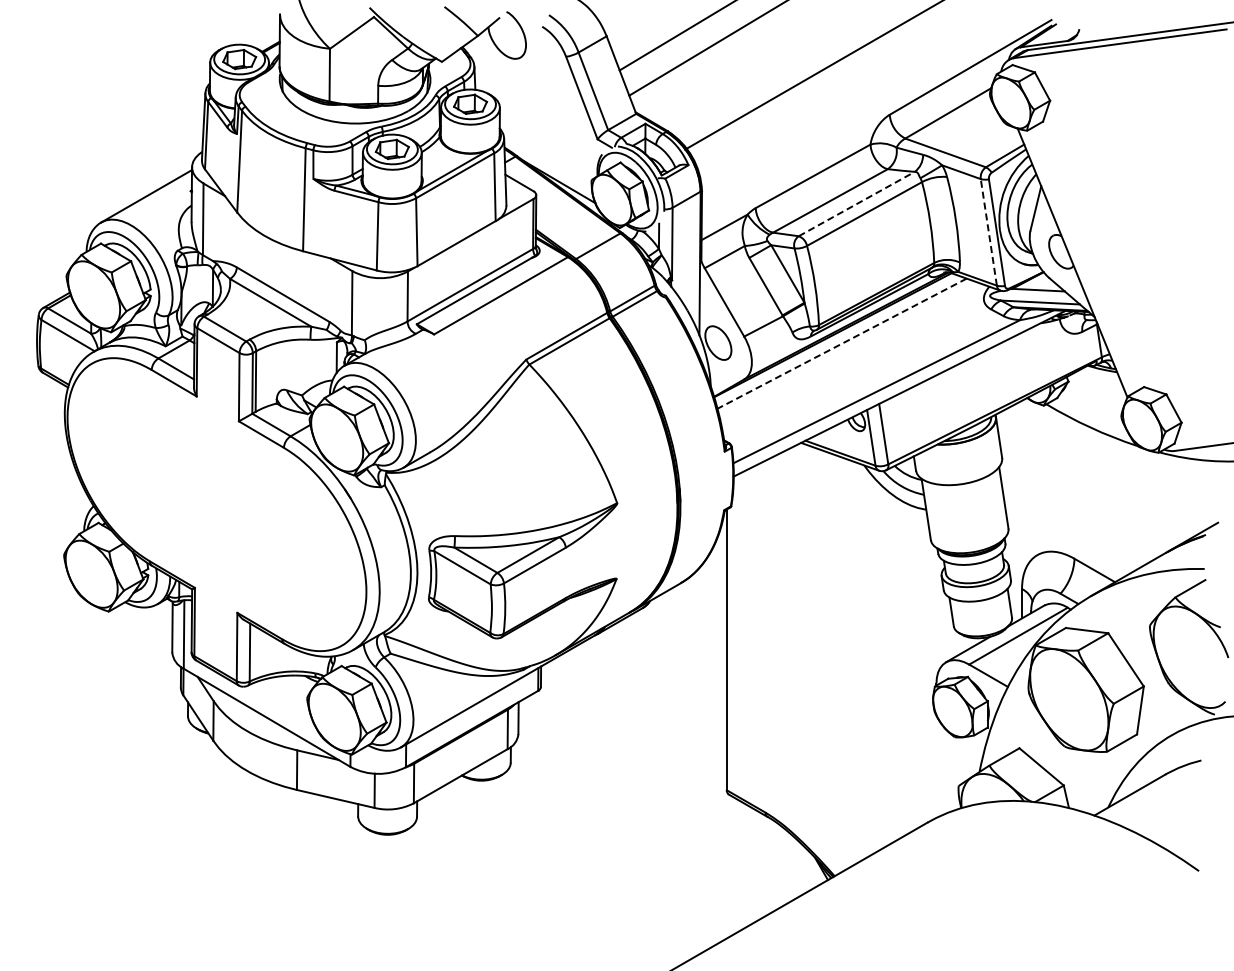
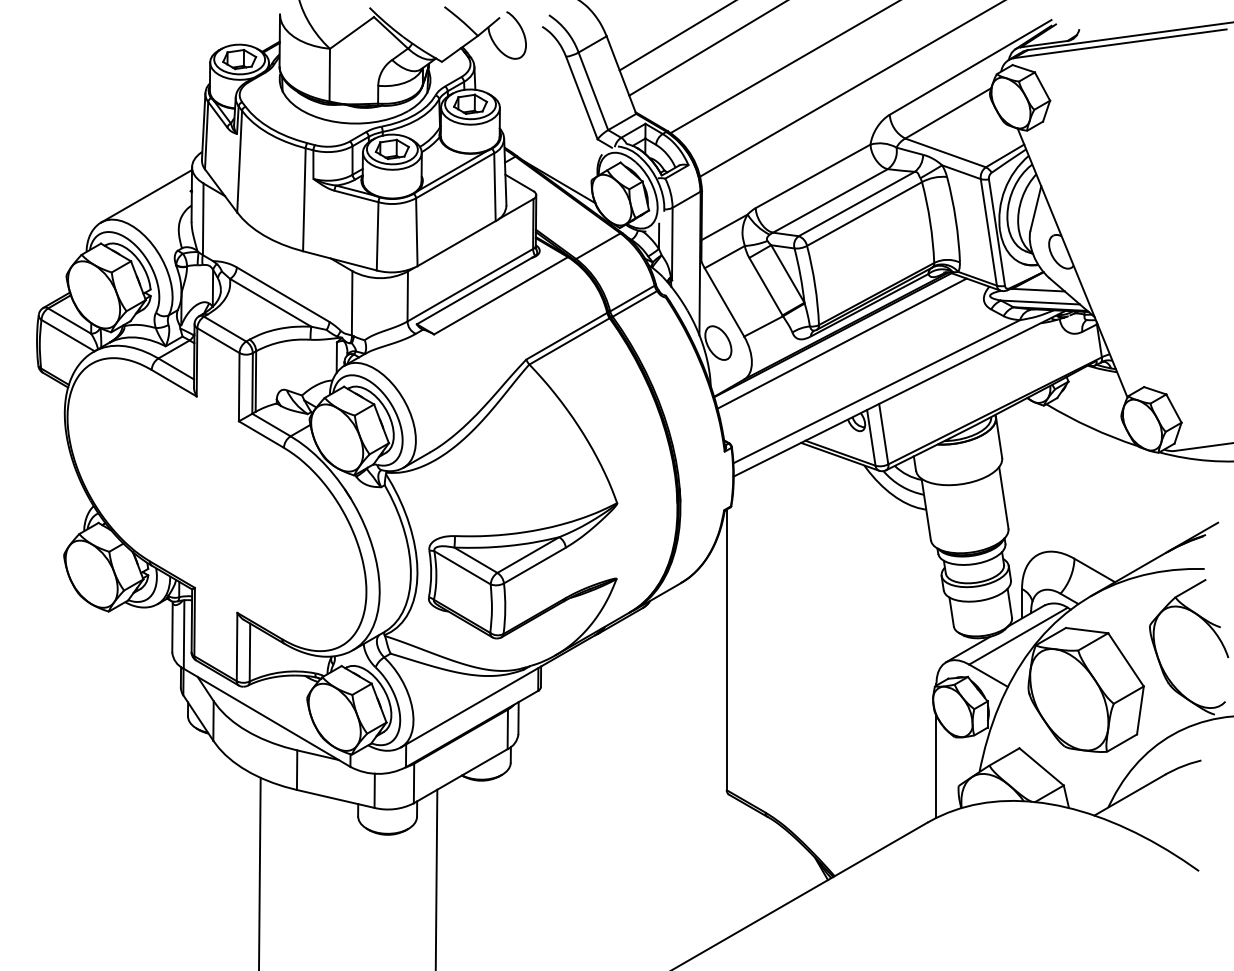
line at (783, 67): none -> present
line at (812, 75) position: (812, 75) -> (850, 89)
line at (857, 203): dashed -> solid
line at (988, 232): dashed -> solid
line at (842, 343): dashed -> solid
line at (936, 766): none -> present
line at (259, 872): none -> present
line at (436, 878): none -> present
